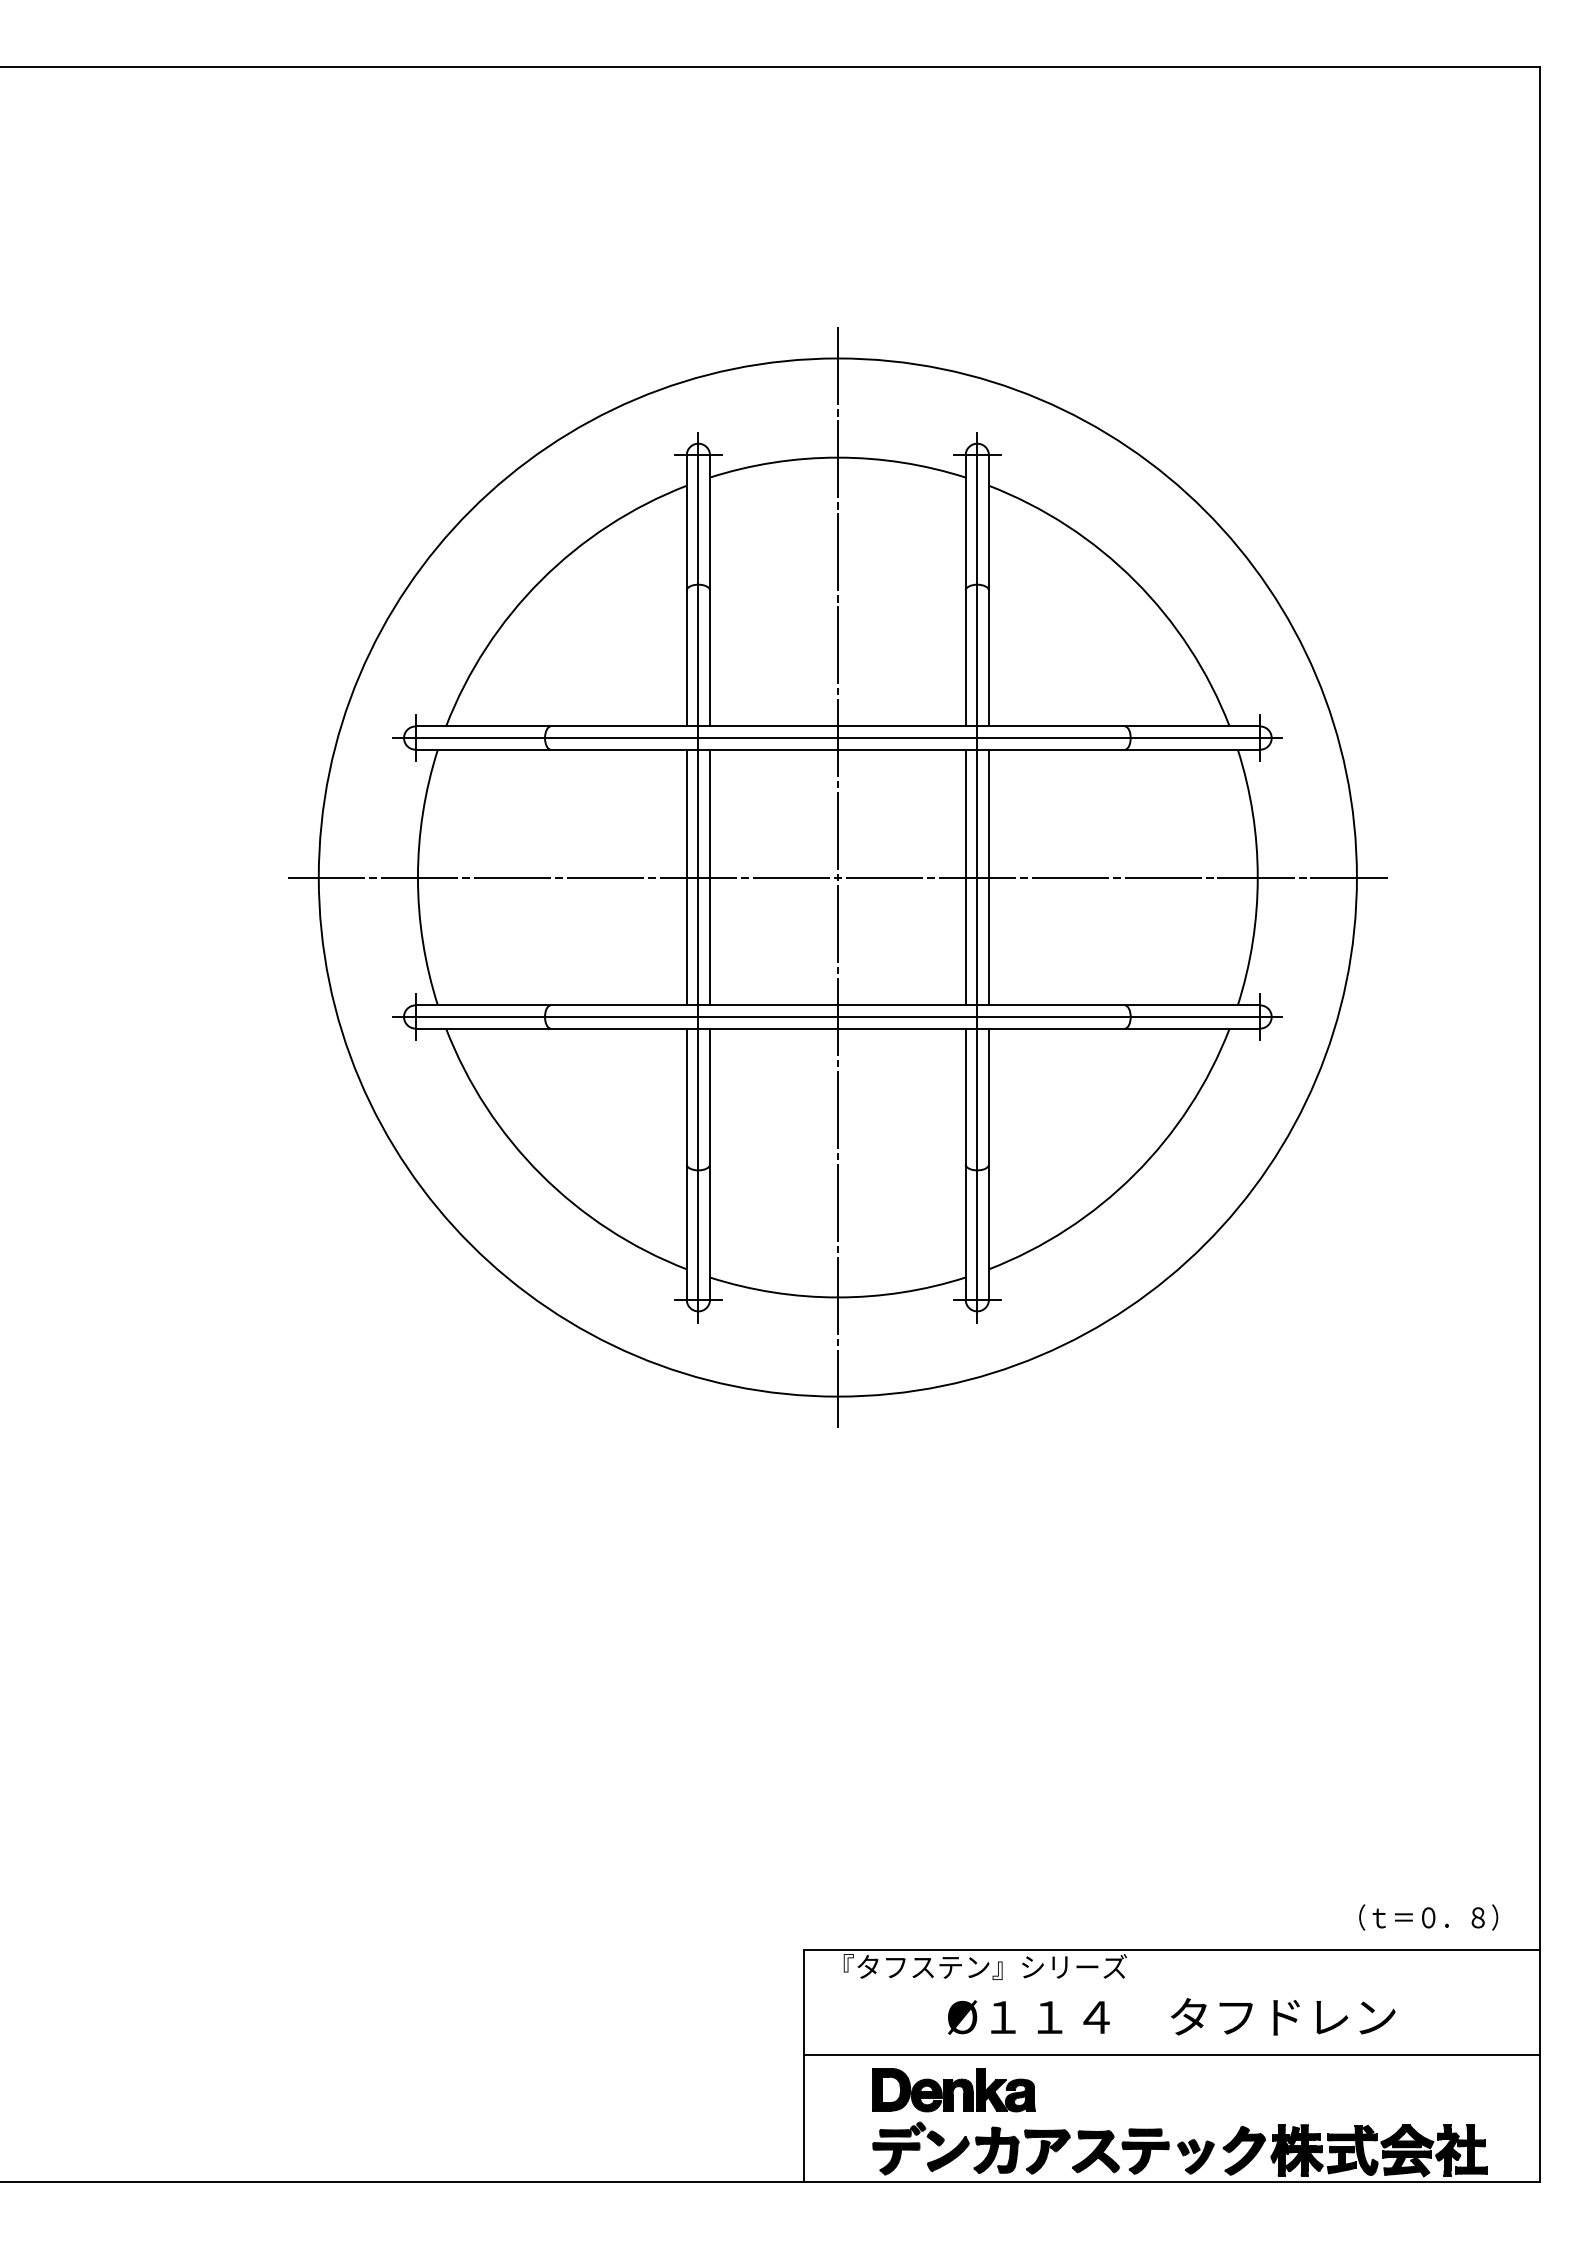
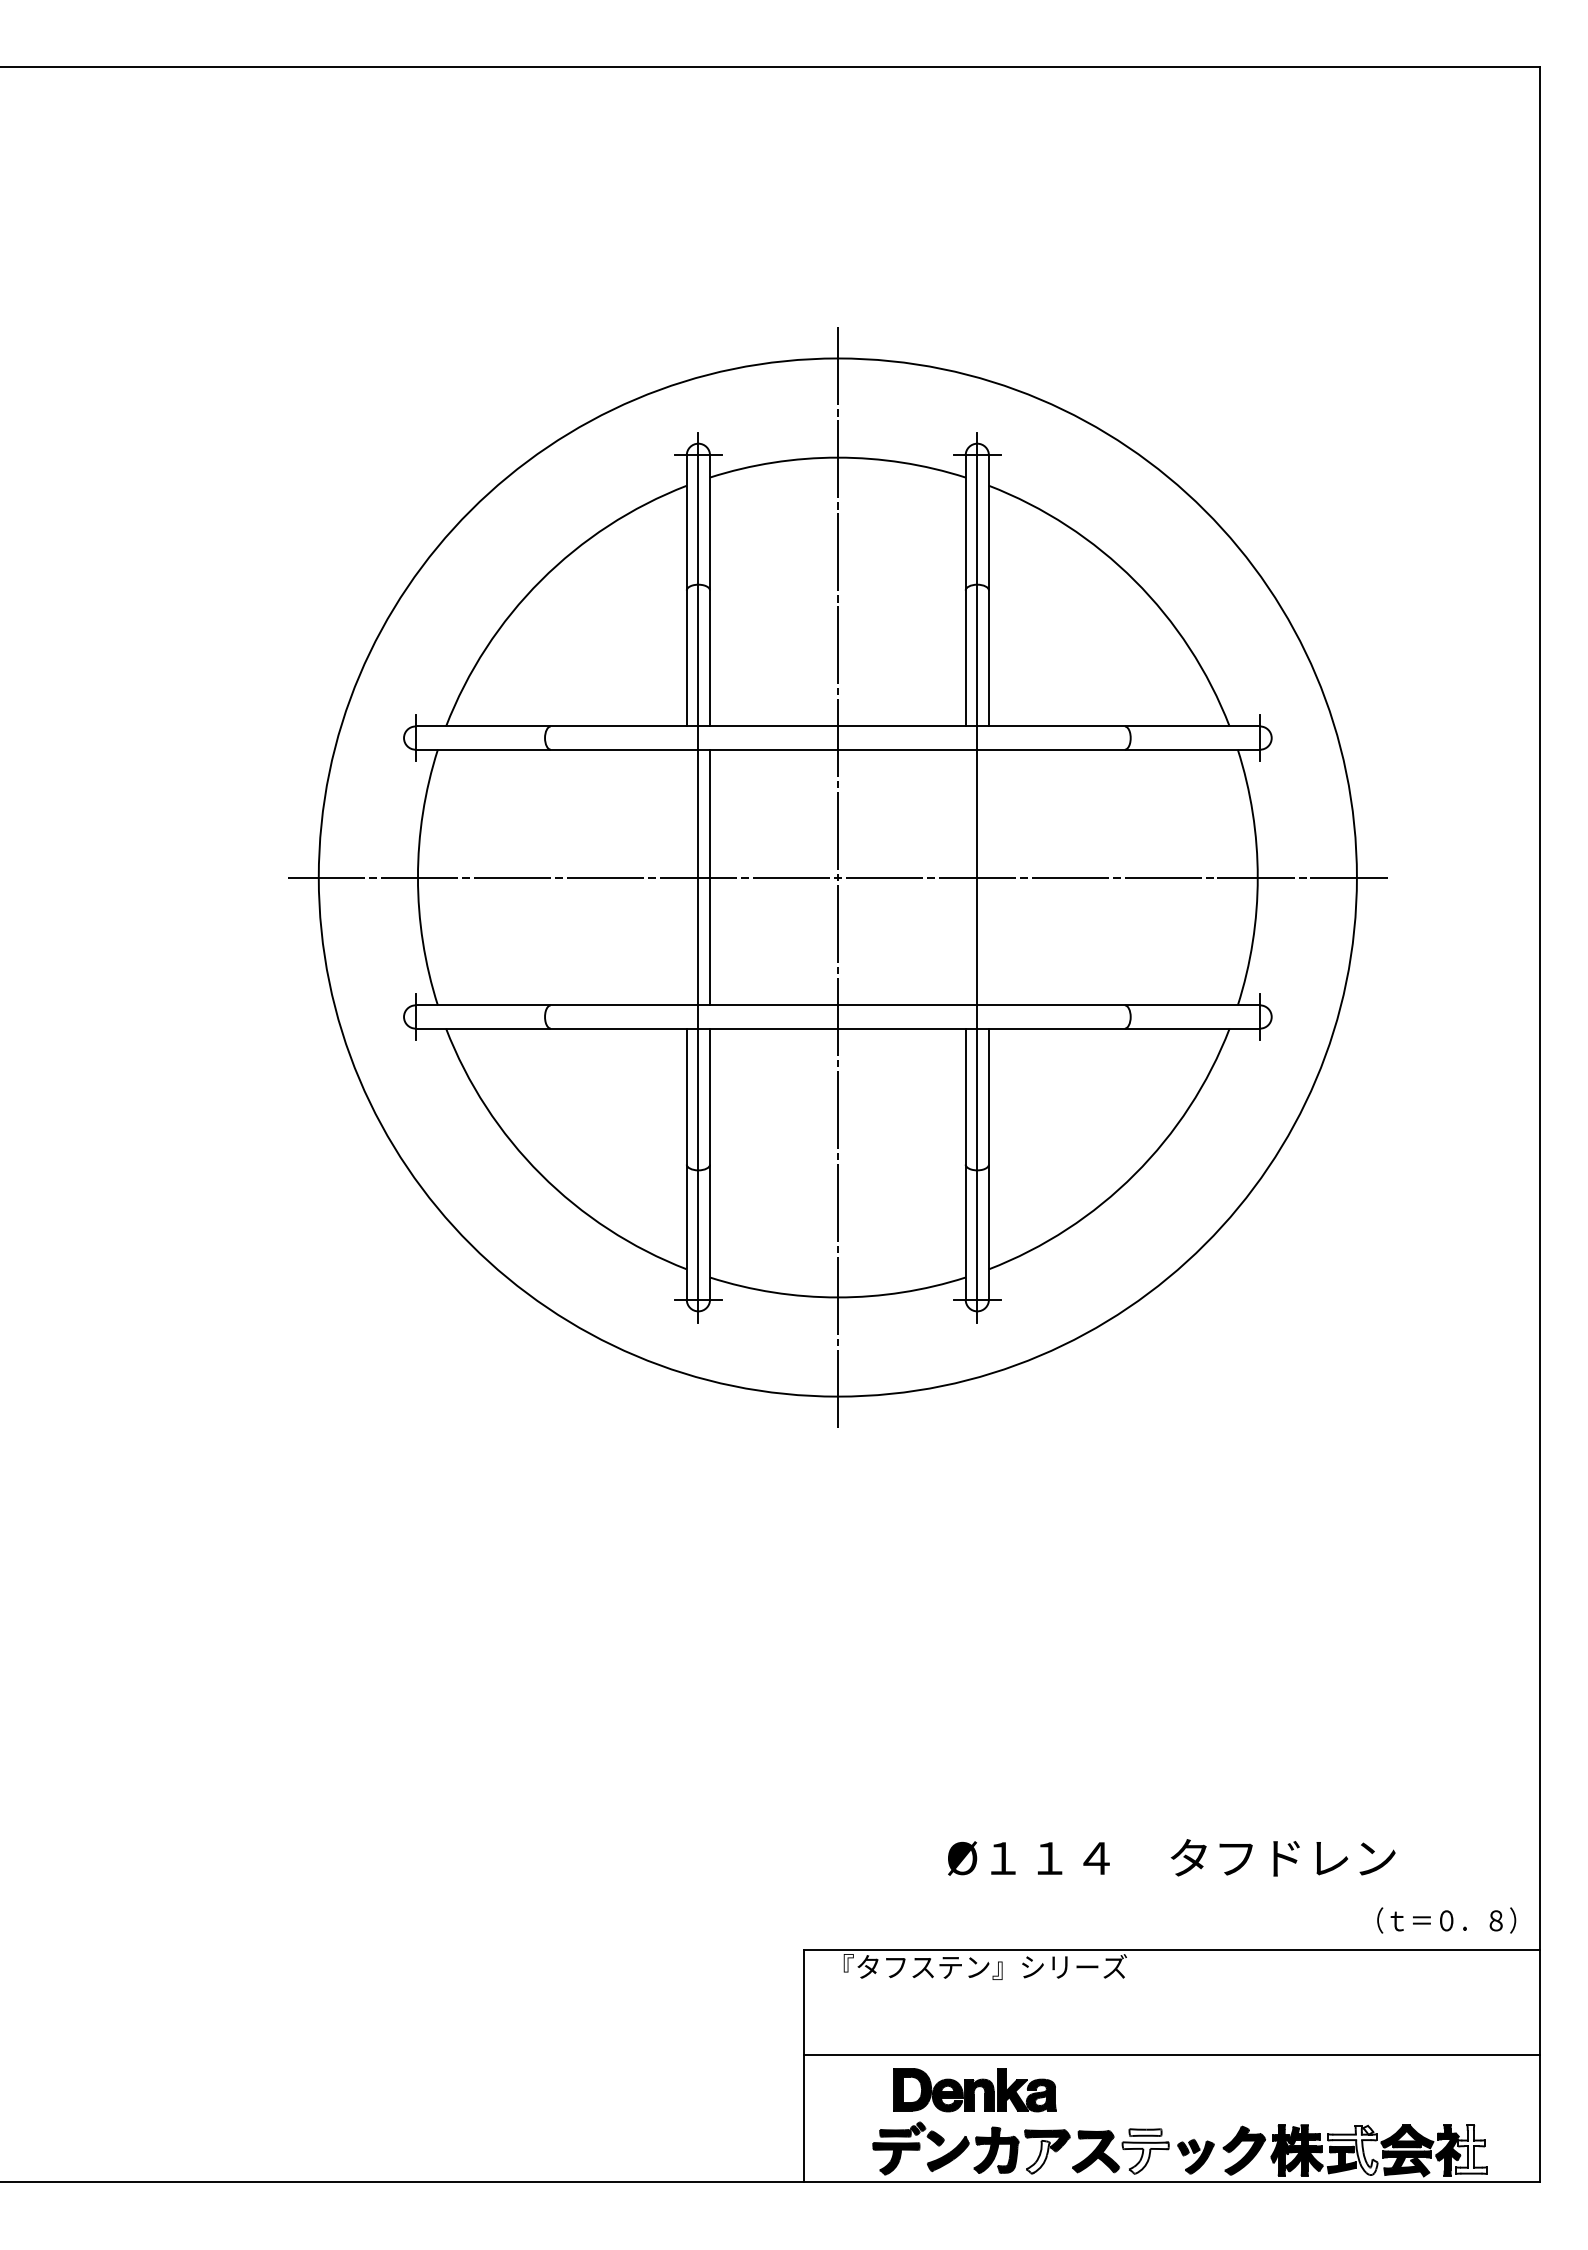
line at (837, 738): present -> none
line at (686, 877): present -> none
line at (965, 877): present -> none
line at (988, 877): present -> none
line at (837, 1017): present -> none
text at (1428, 1917) position: (1428, 1917) -> (1446, 1920)
text at (1171, 2016) position: (1171, 2016) -> (1171, 1857)
part at (953, 2090) position: (953, 2090) -> (974, 2090)
fill at (1145, 2132): present -> none
fill at (1470, 2149): present -> none
fill at (1352, 2150): present -> none
fill at (1037, 2156): present -> none
fill at (1145, 2157): present -> none
